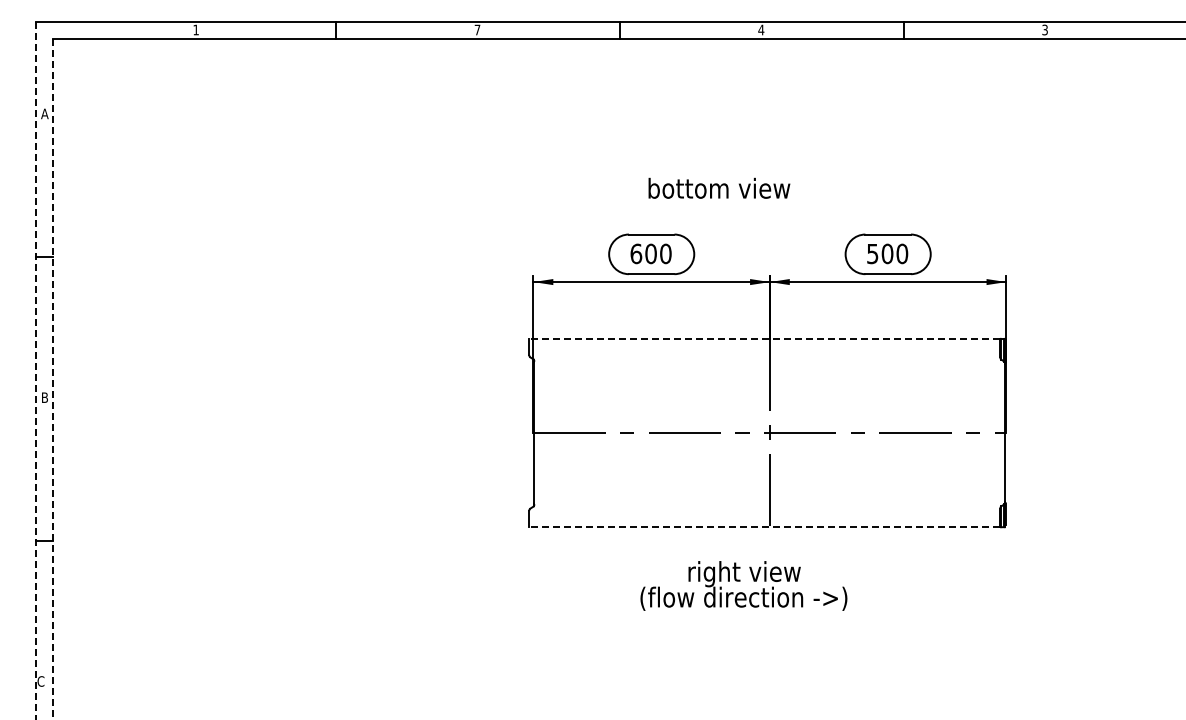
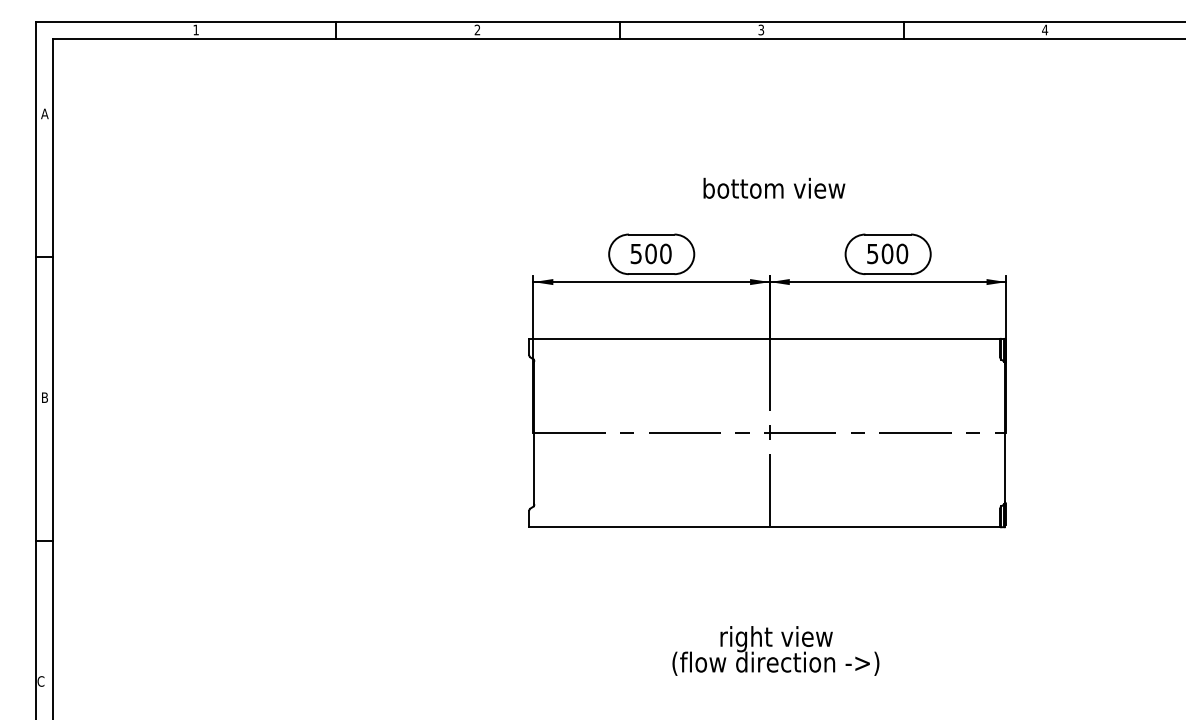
text at (477, 29): 7 -> 2
text at (761, 29): 4 -> 3
text at (1045, 29): 3 -> 4
text at (719, 187) position: (719, 187) -> (774, 187)
text at (636, 253): 600 -> 500
line at (764, 338): dashed -> solid
line at (35, 370): dashed -> solid
line at (52, 379): dashed -> solid
line at (764, 527): dashed -> solid
text at (743, 585) position: (743, 585) -> (775, 650)
